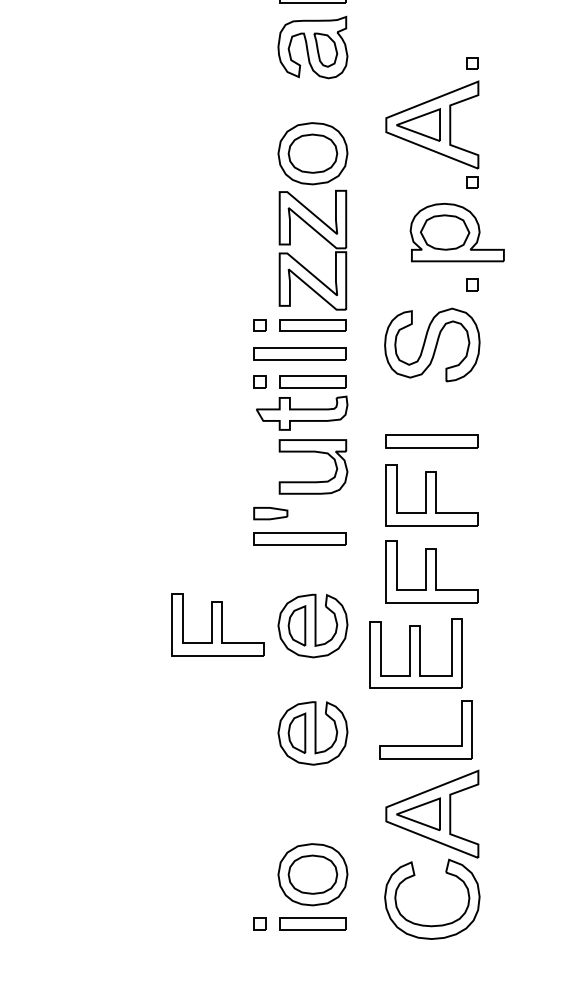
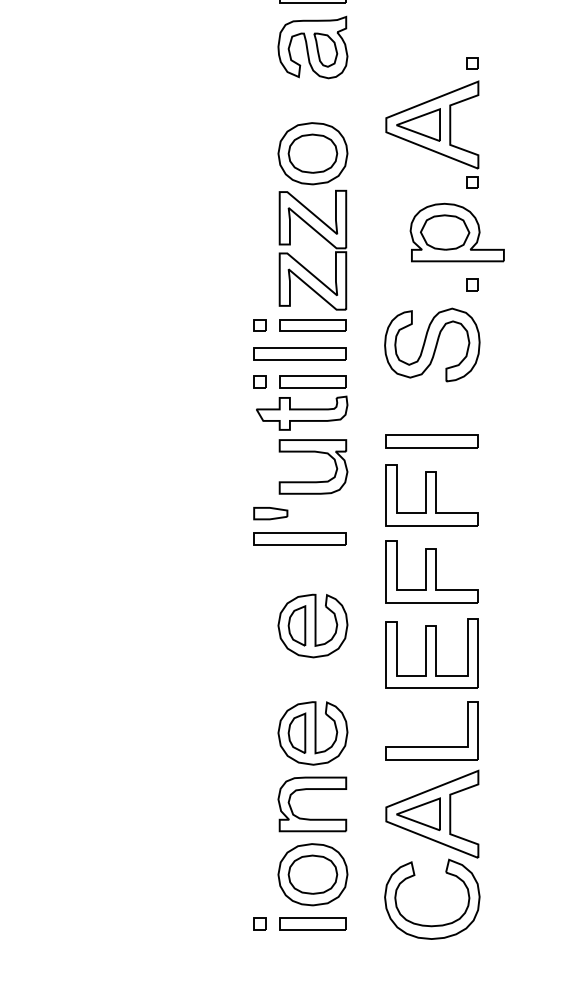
part at (217, 624): present -> none
part at (415, 653) position: (415, 653) -> (431, 653)
part at (425, 745) position: (425, 745) -> (431, 746)
part at (312, 818): none -> present
